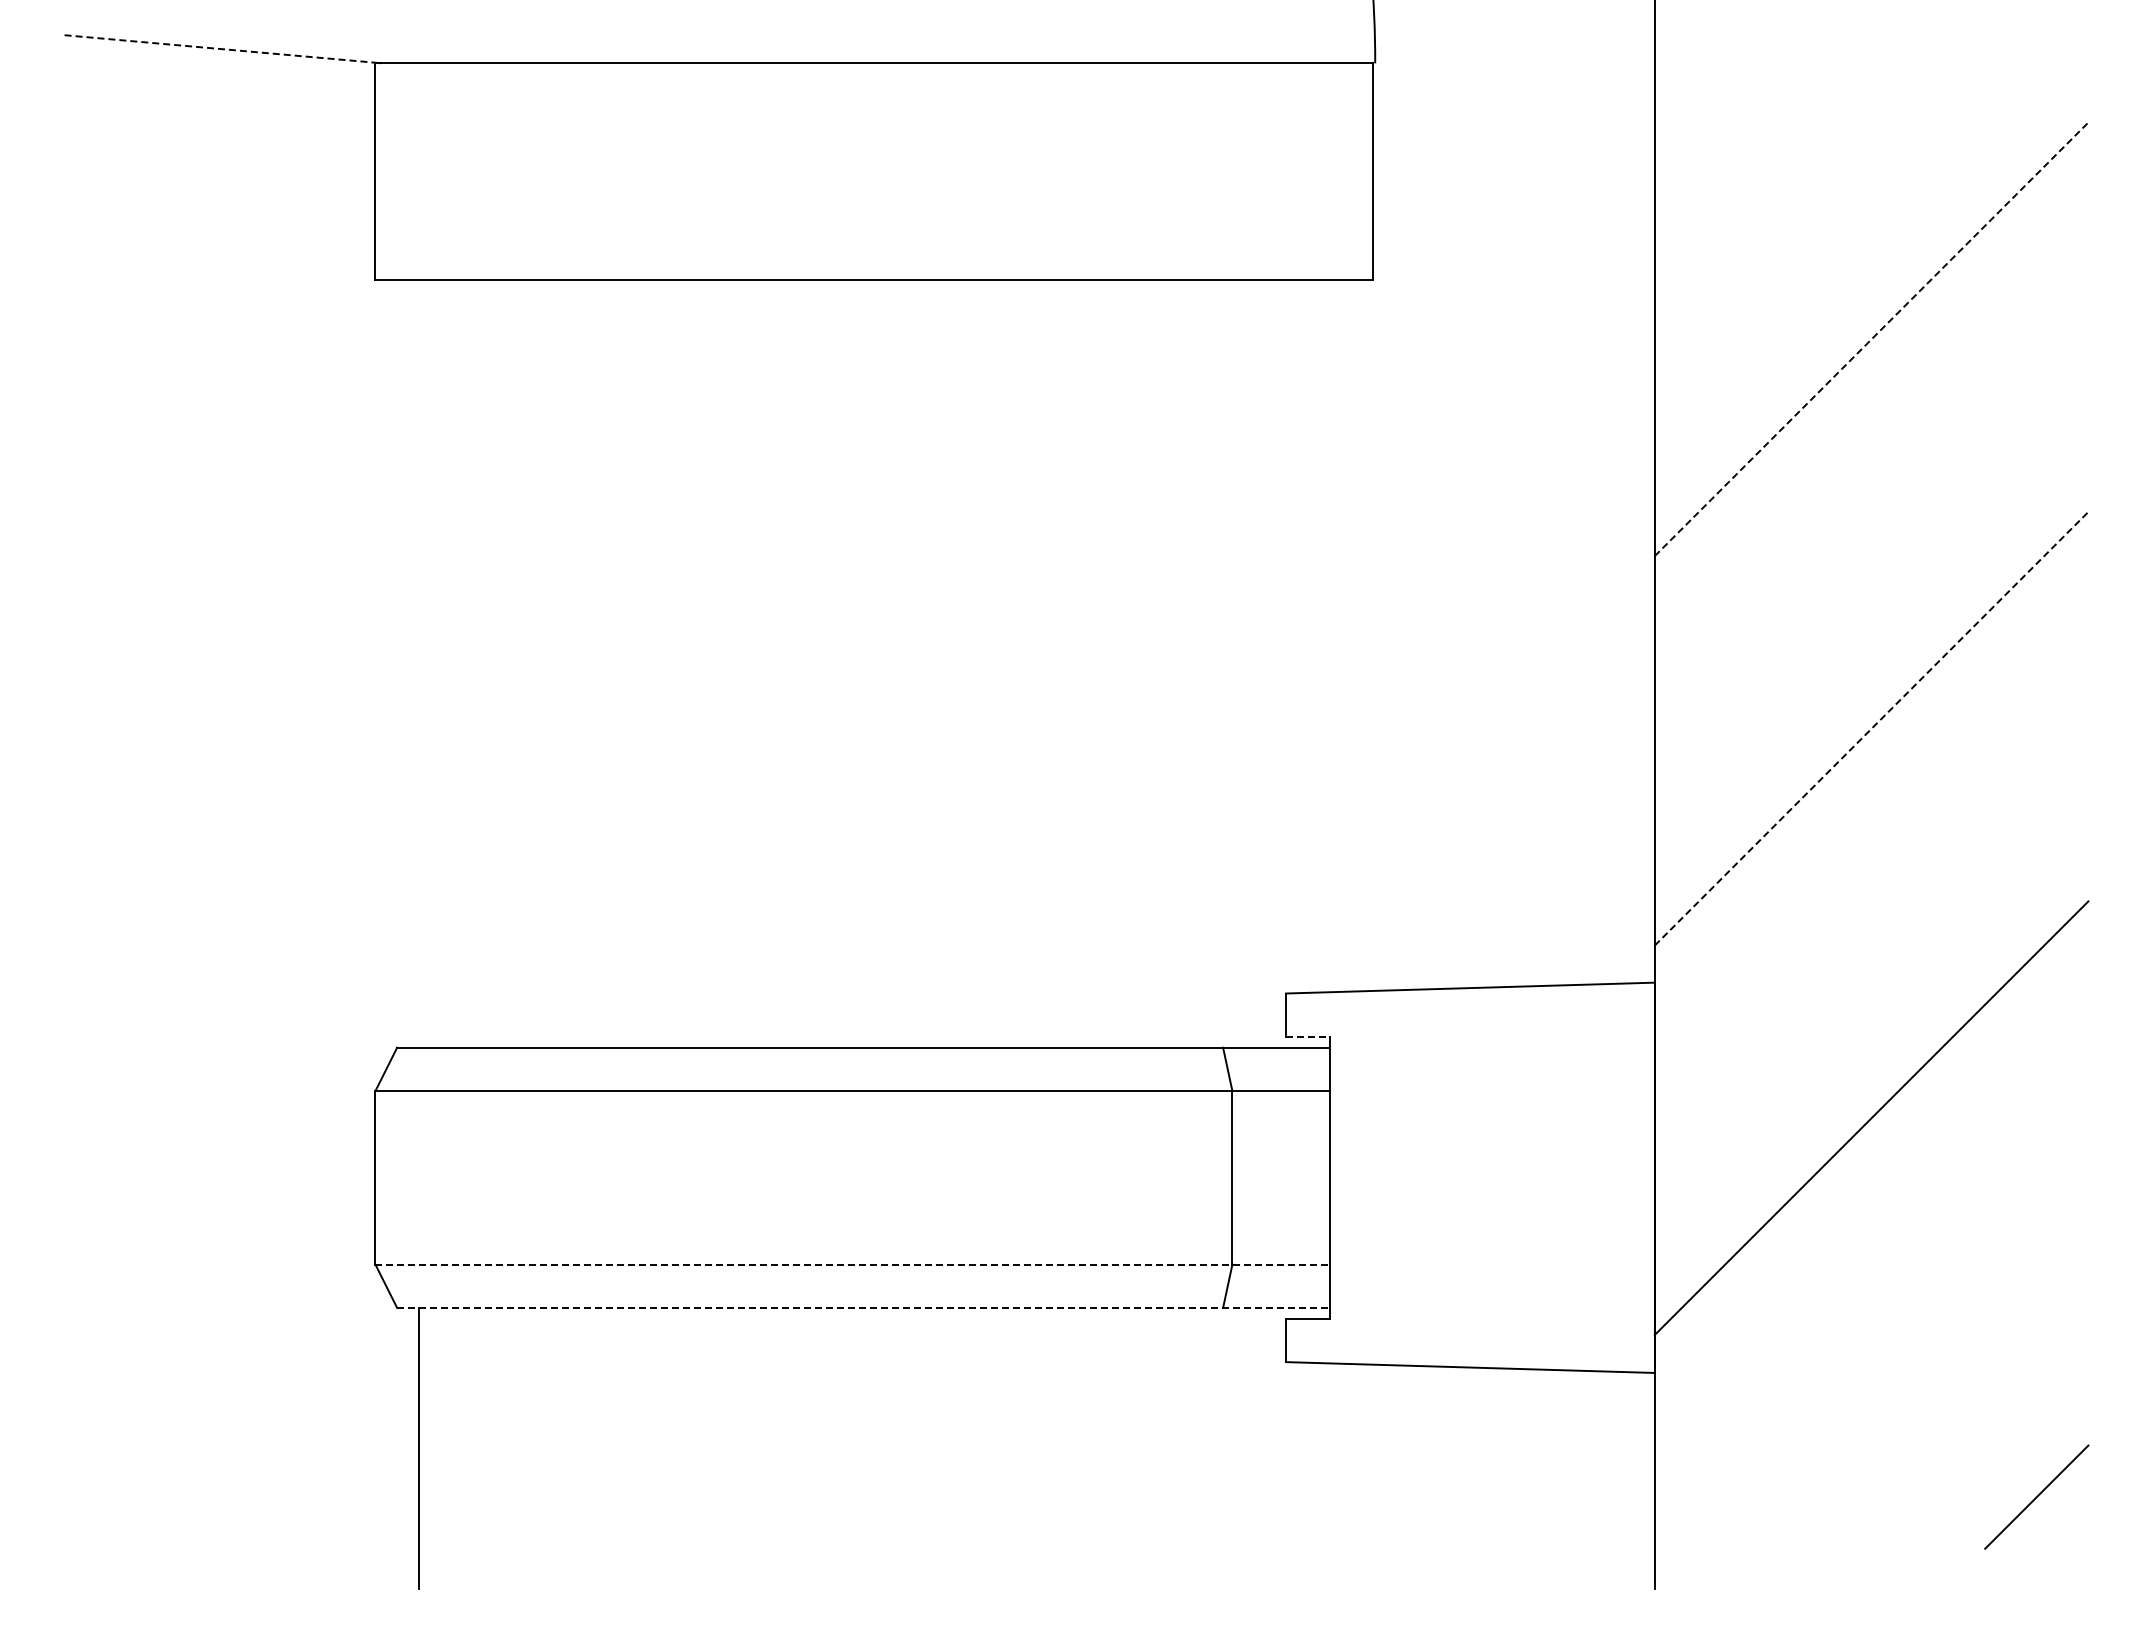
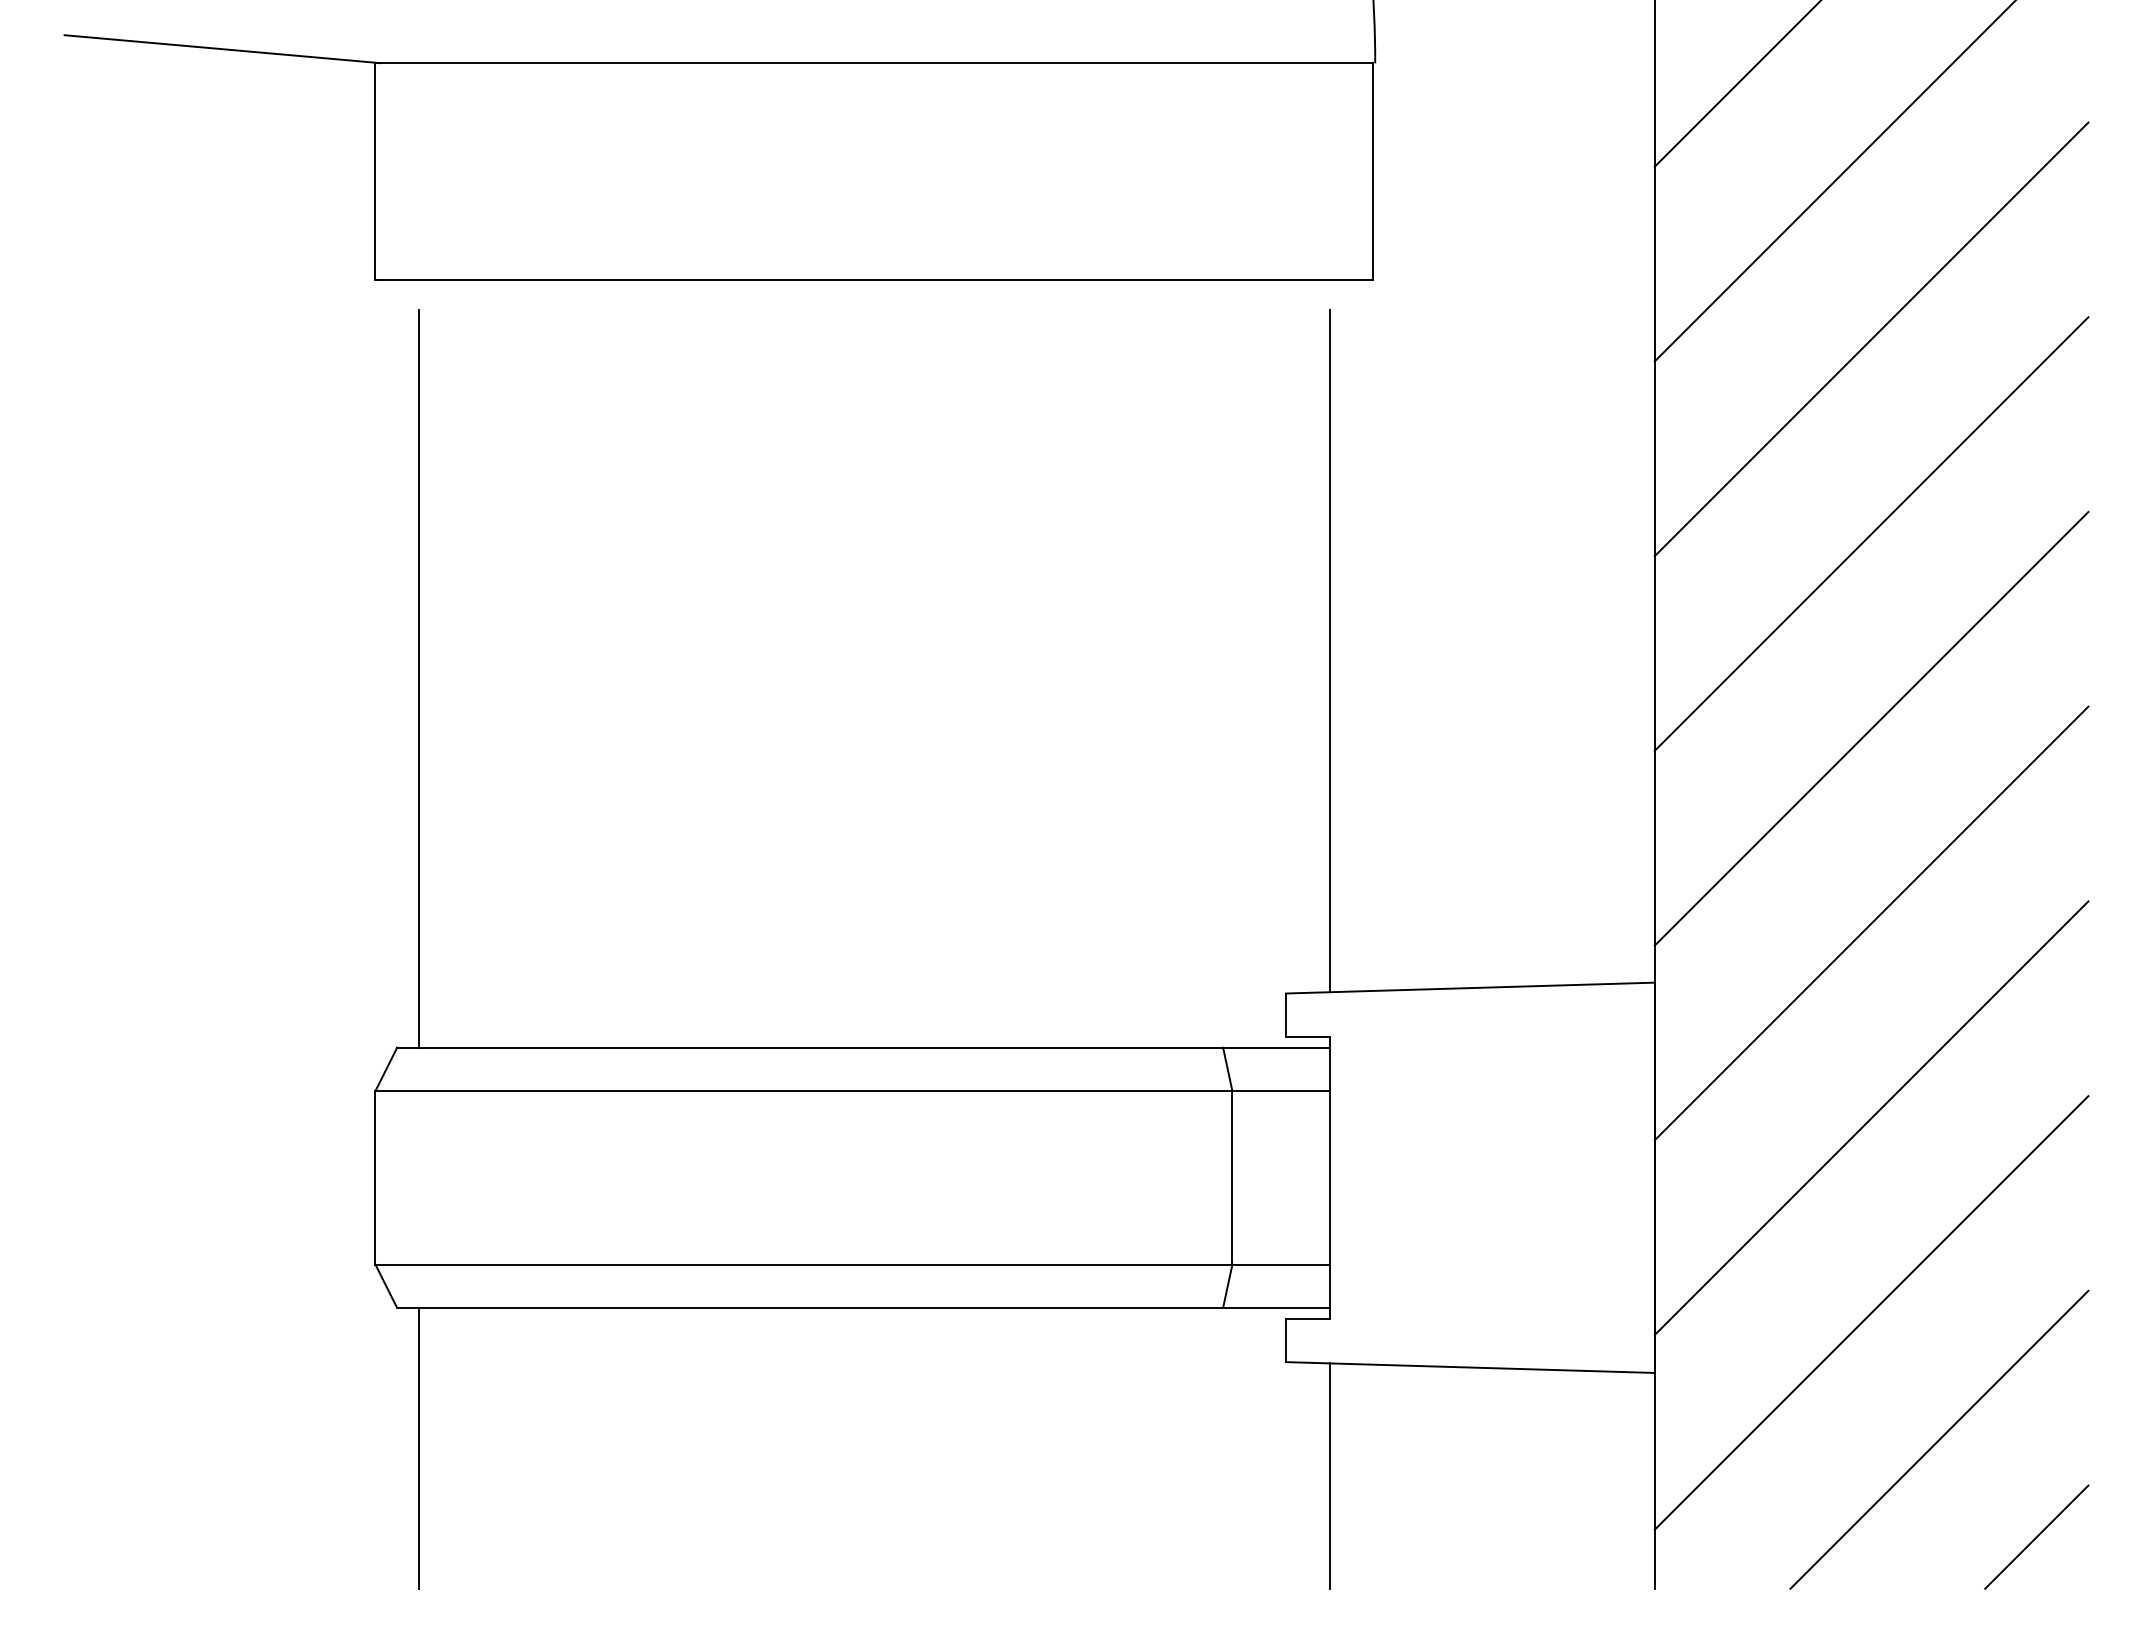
line at (222, 49): dashed -> solid
line at (1736, 84): none -> present
line at (1834, 181): none -> present
line at (1871, 339): dashed -> solid
line at (1871, 533): none -> present
line at (1329, 651): none -> present
line at (418, 678): none -> present
line at (1871, 728): dashed -> solid
line at (1871, 923): none -> present
line at (1307, 1036): dashed -> solid
line at (852, 1264): dashed -> solid
line at (863, 1307): dashed -> solid
line at (1871, 1312): none -> present
line at (1939, 1439): none -> present
line at (1329, 1475): none -> present
line at (2036, 1496) position: (2036, 1496) -> (2036, 1536)
